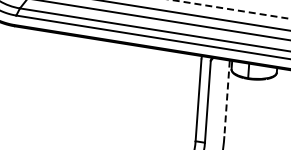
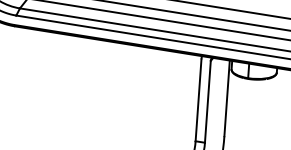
line at (231, 9): dashed -> solid
line at (227, 98): dashed -> solid
